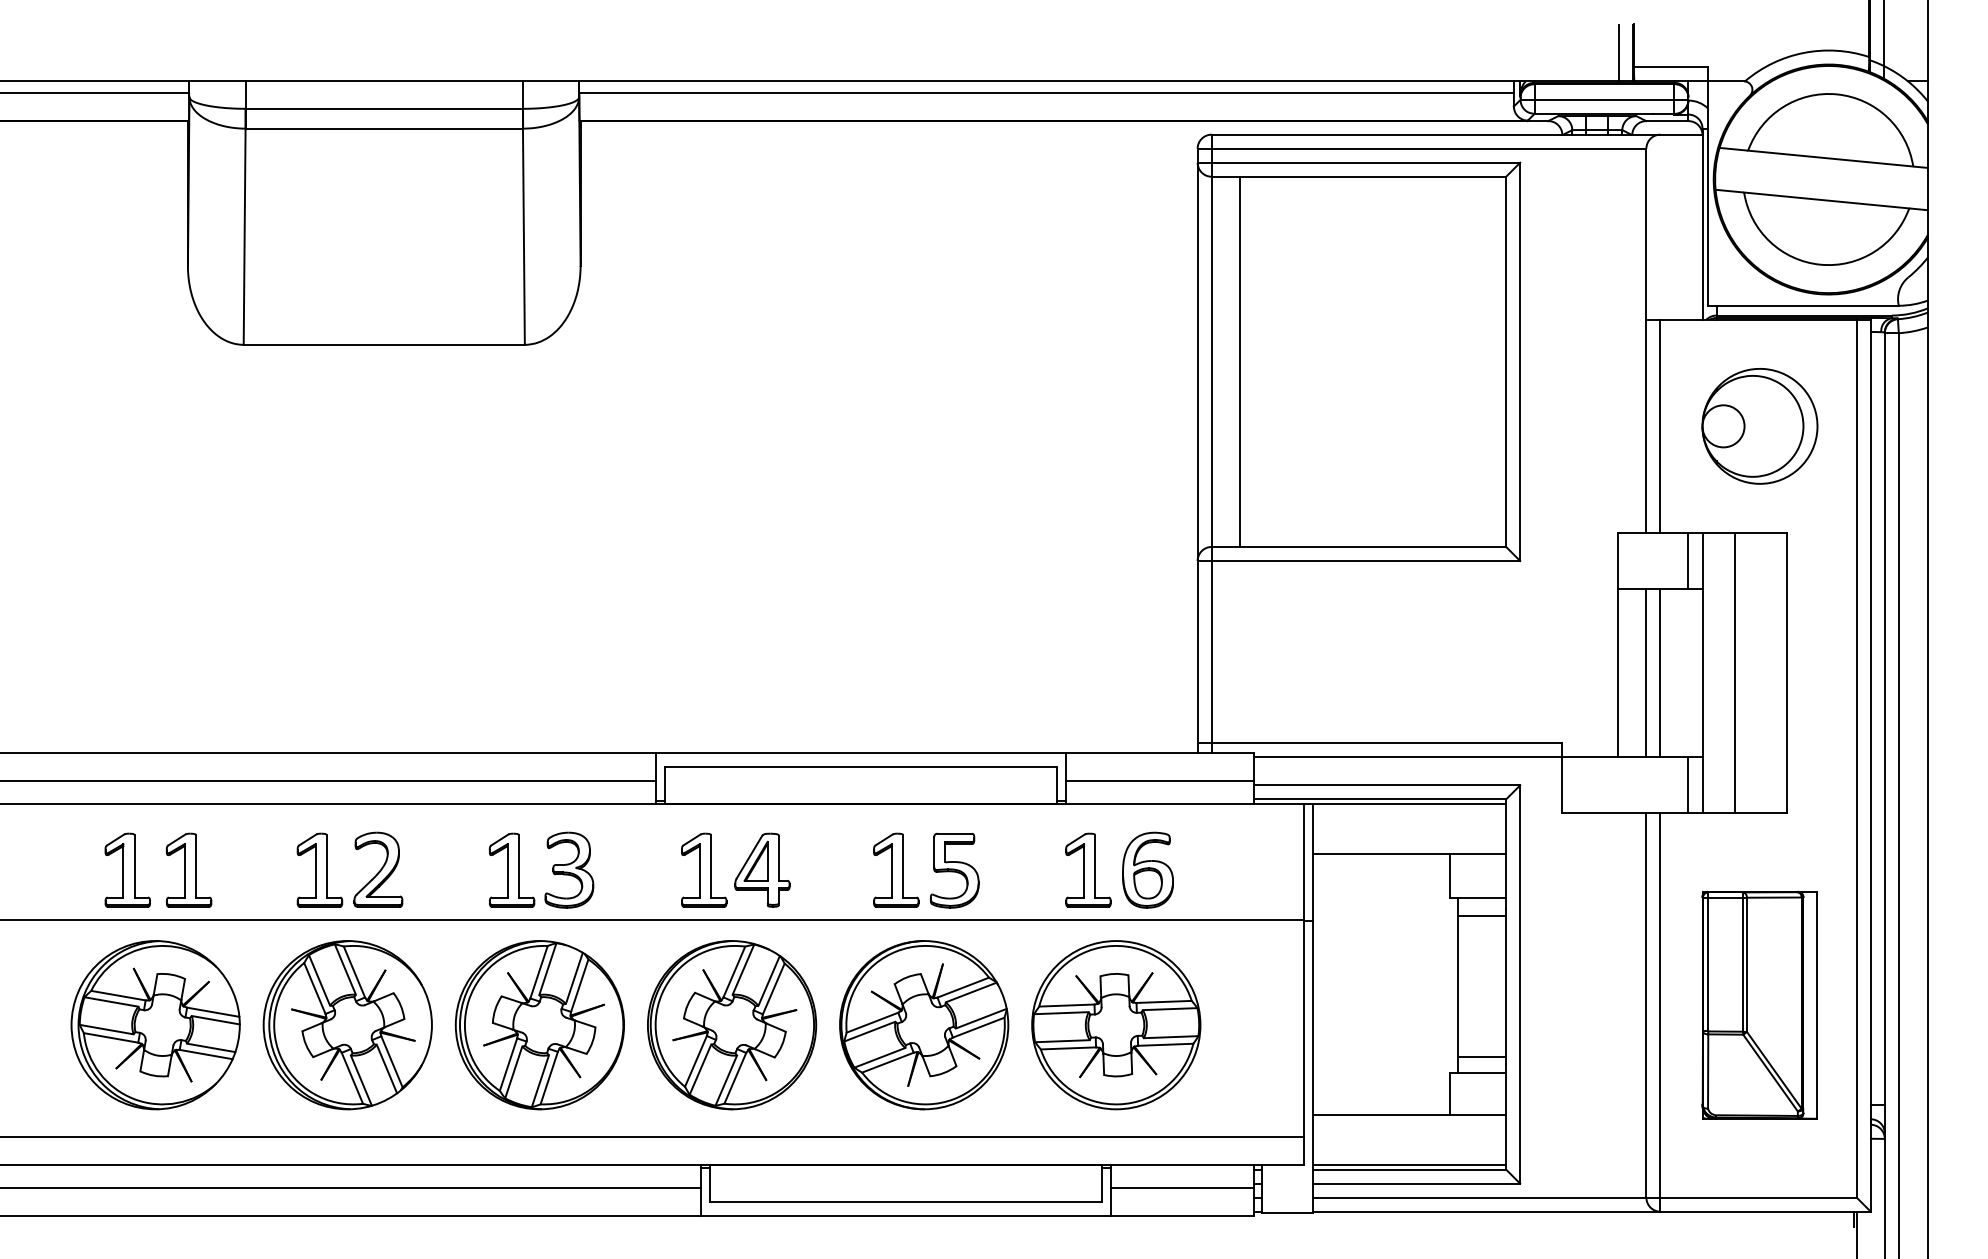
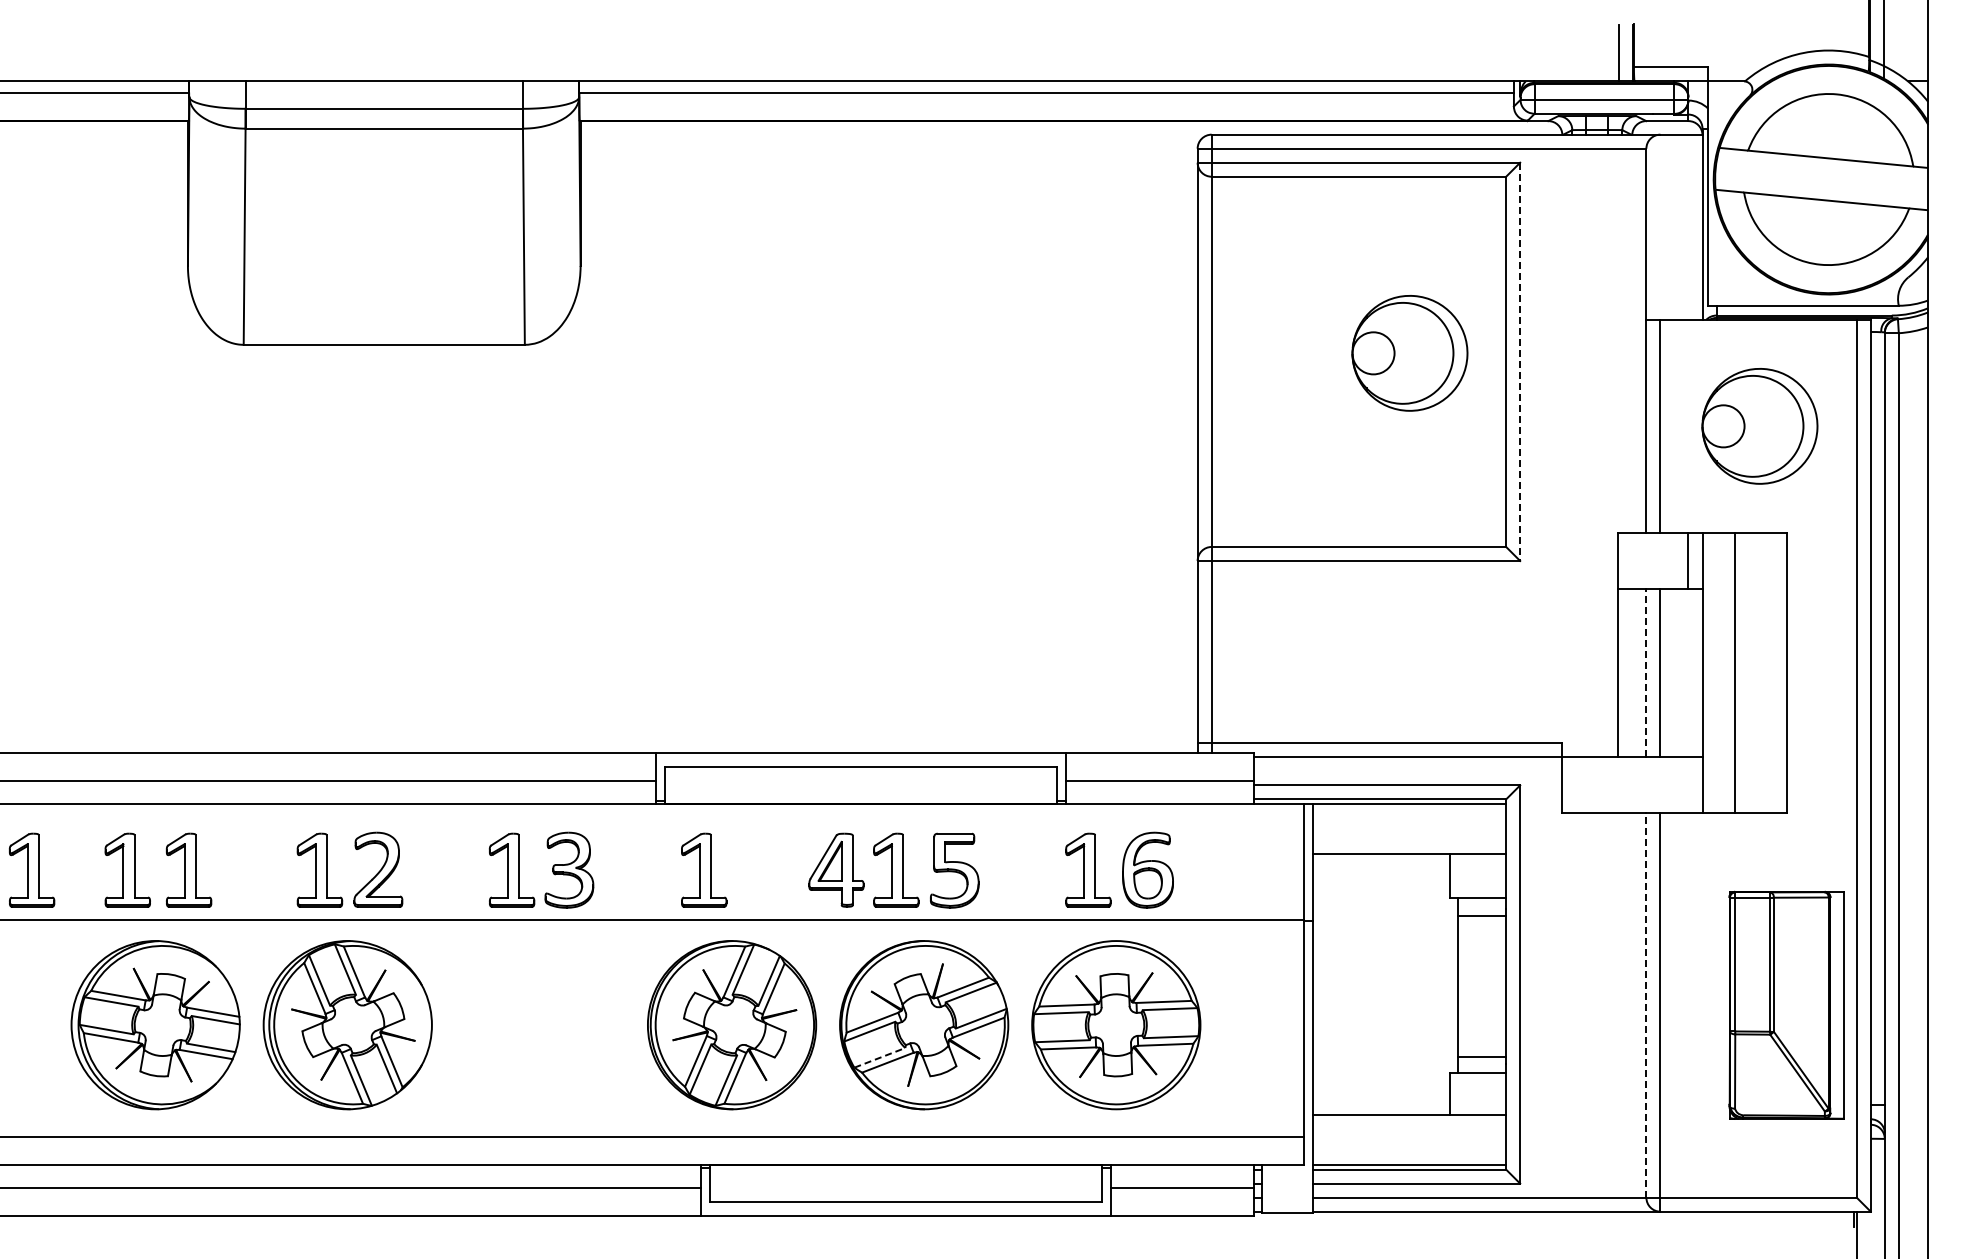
part at (1409, 353): none -> present
line at (1239, 361): present -> none
line at (1520, 362): solid -> dashed
line at (1646, 672): solid -> dashed
line at (1688, 785): present -> none
part at (31, 869): none -> present
part at (762, 869) position: (762, 869) -> (836, 869)
part at (1759, 1004) position: (1759, 1004) -> (1786, 1004)
line at (1646, 1005): solid -> dashed
part at (539, 1025): present -> none
line at (880, 1057): solid -> dashed
